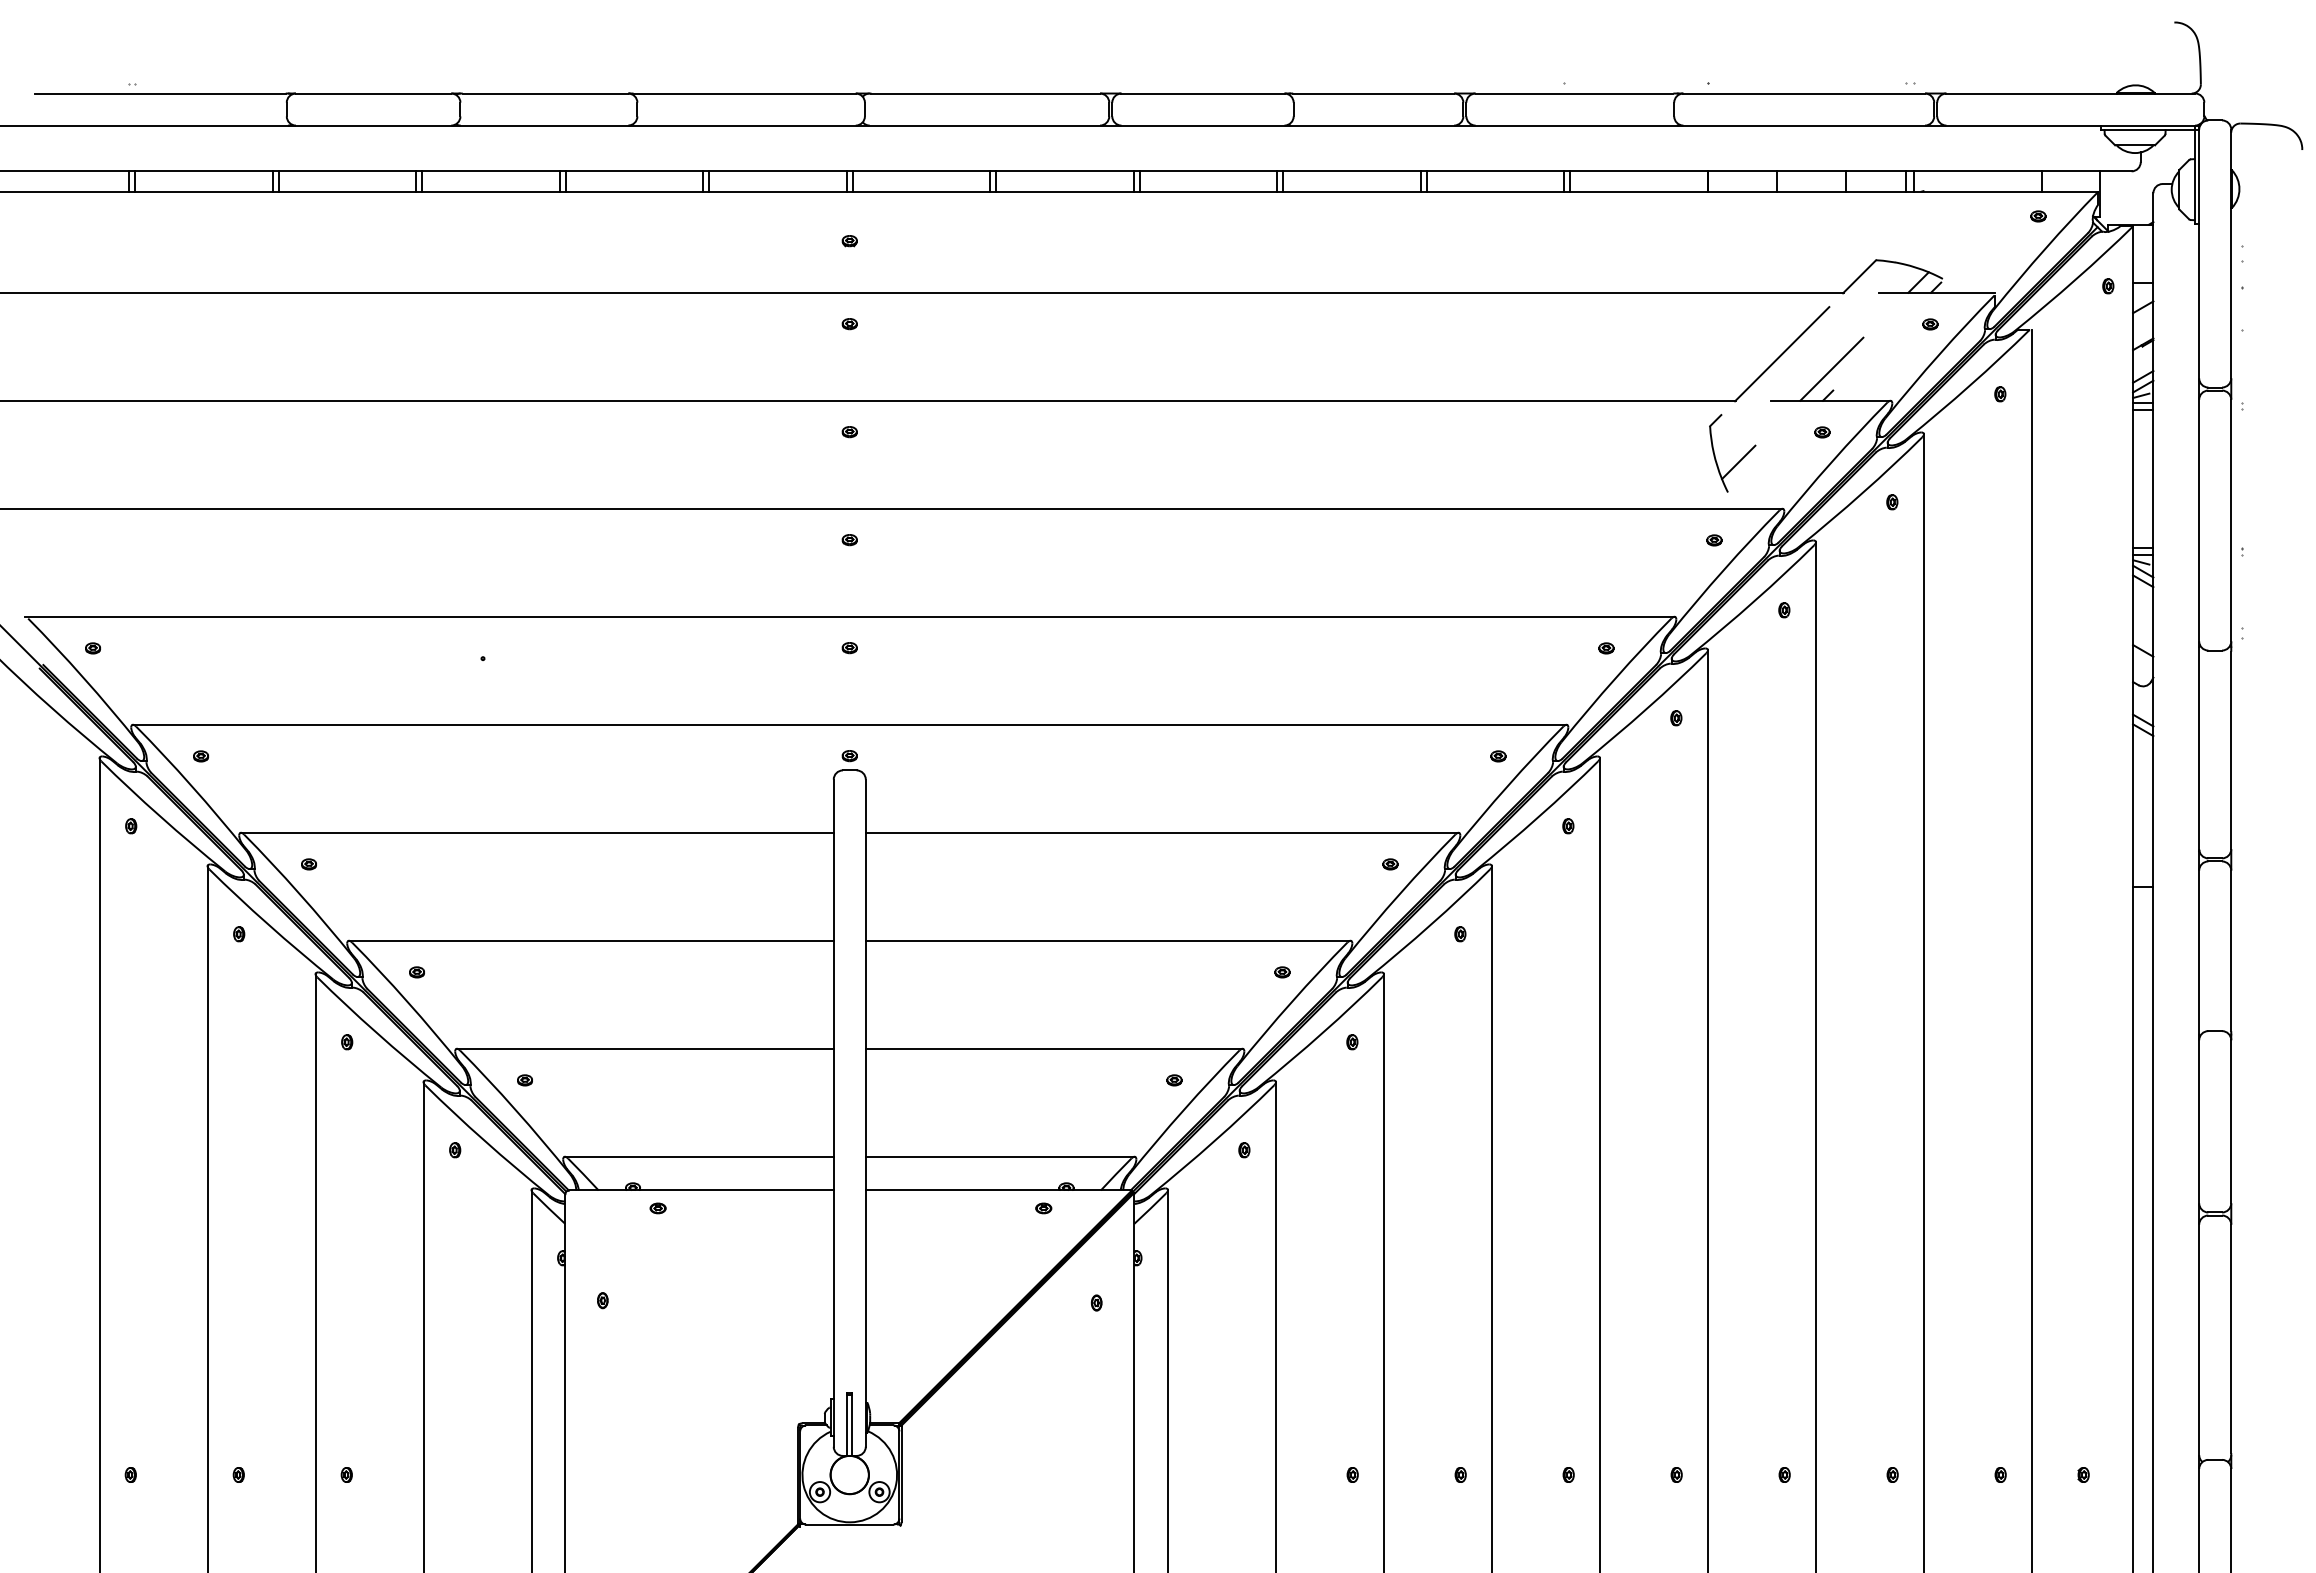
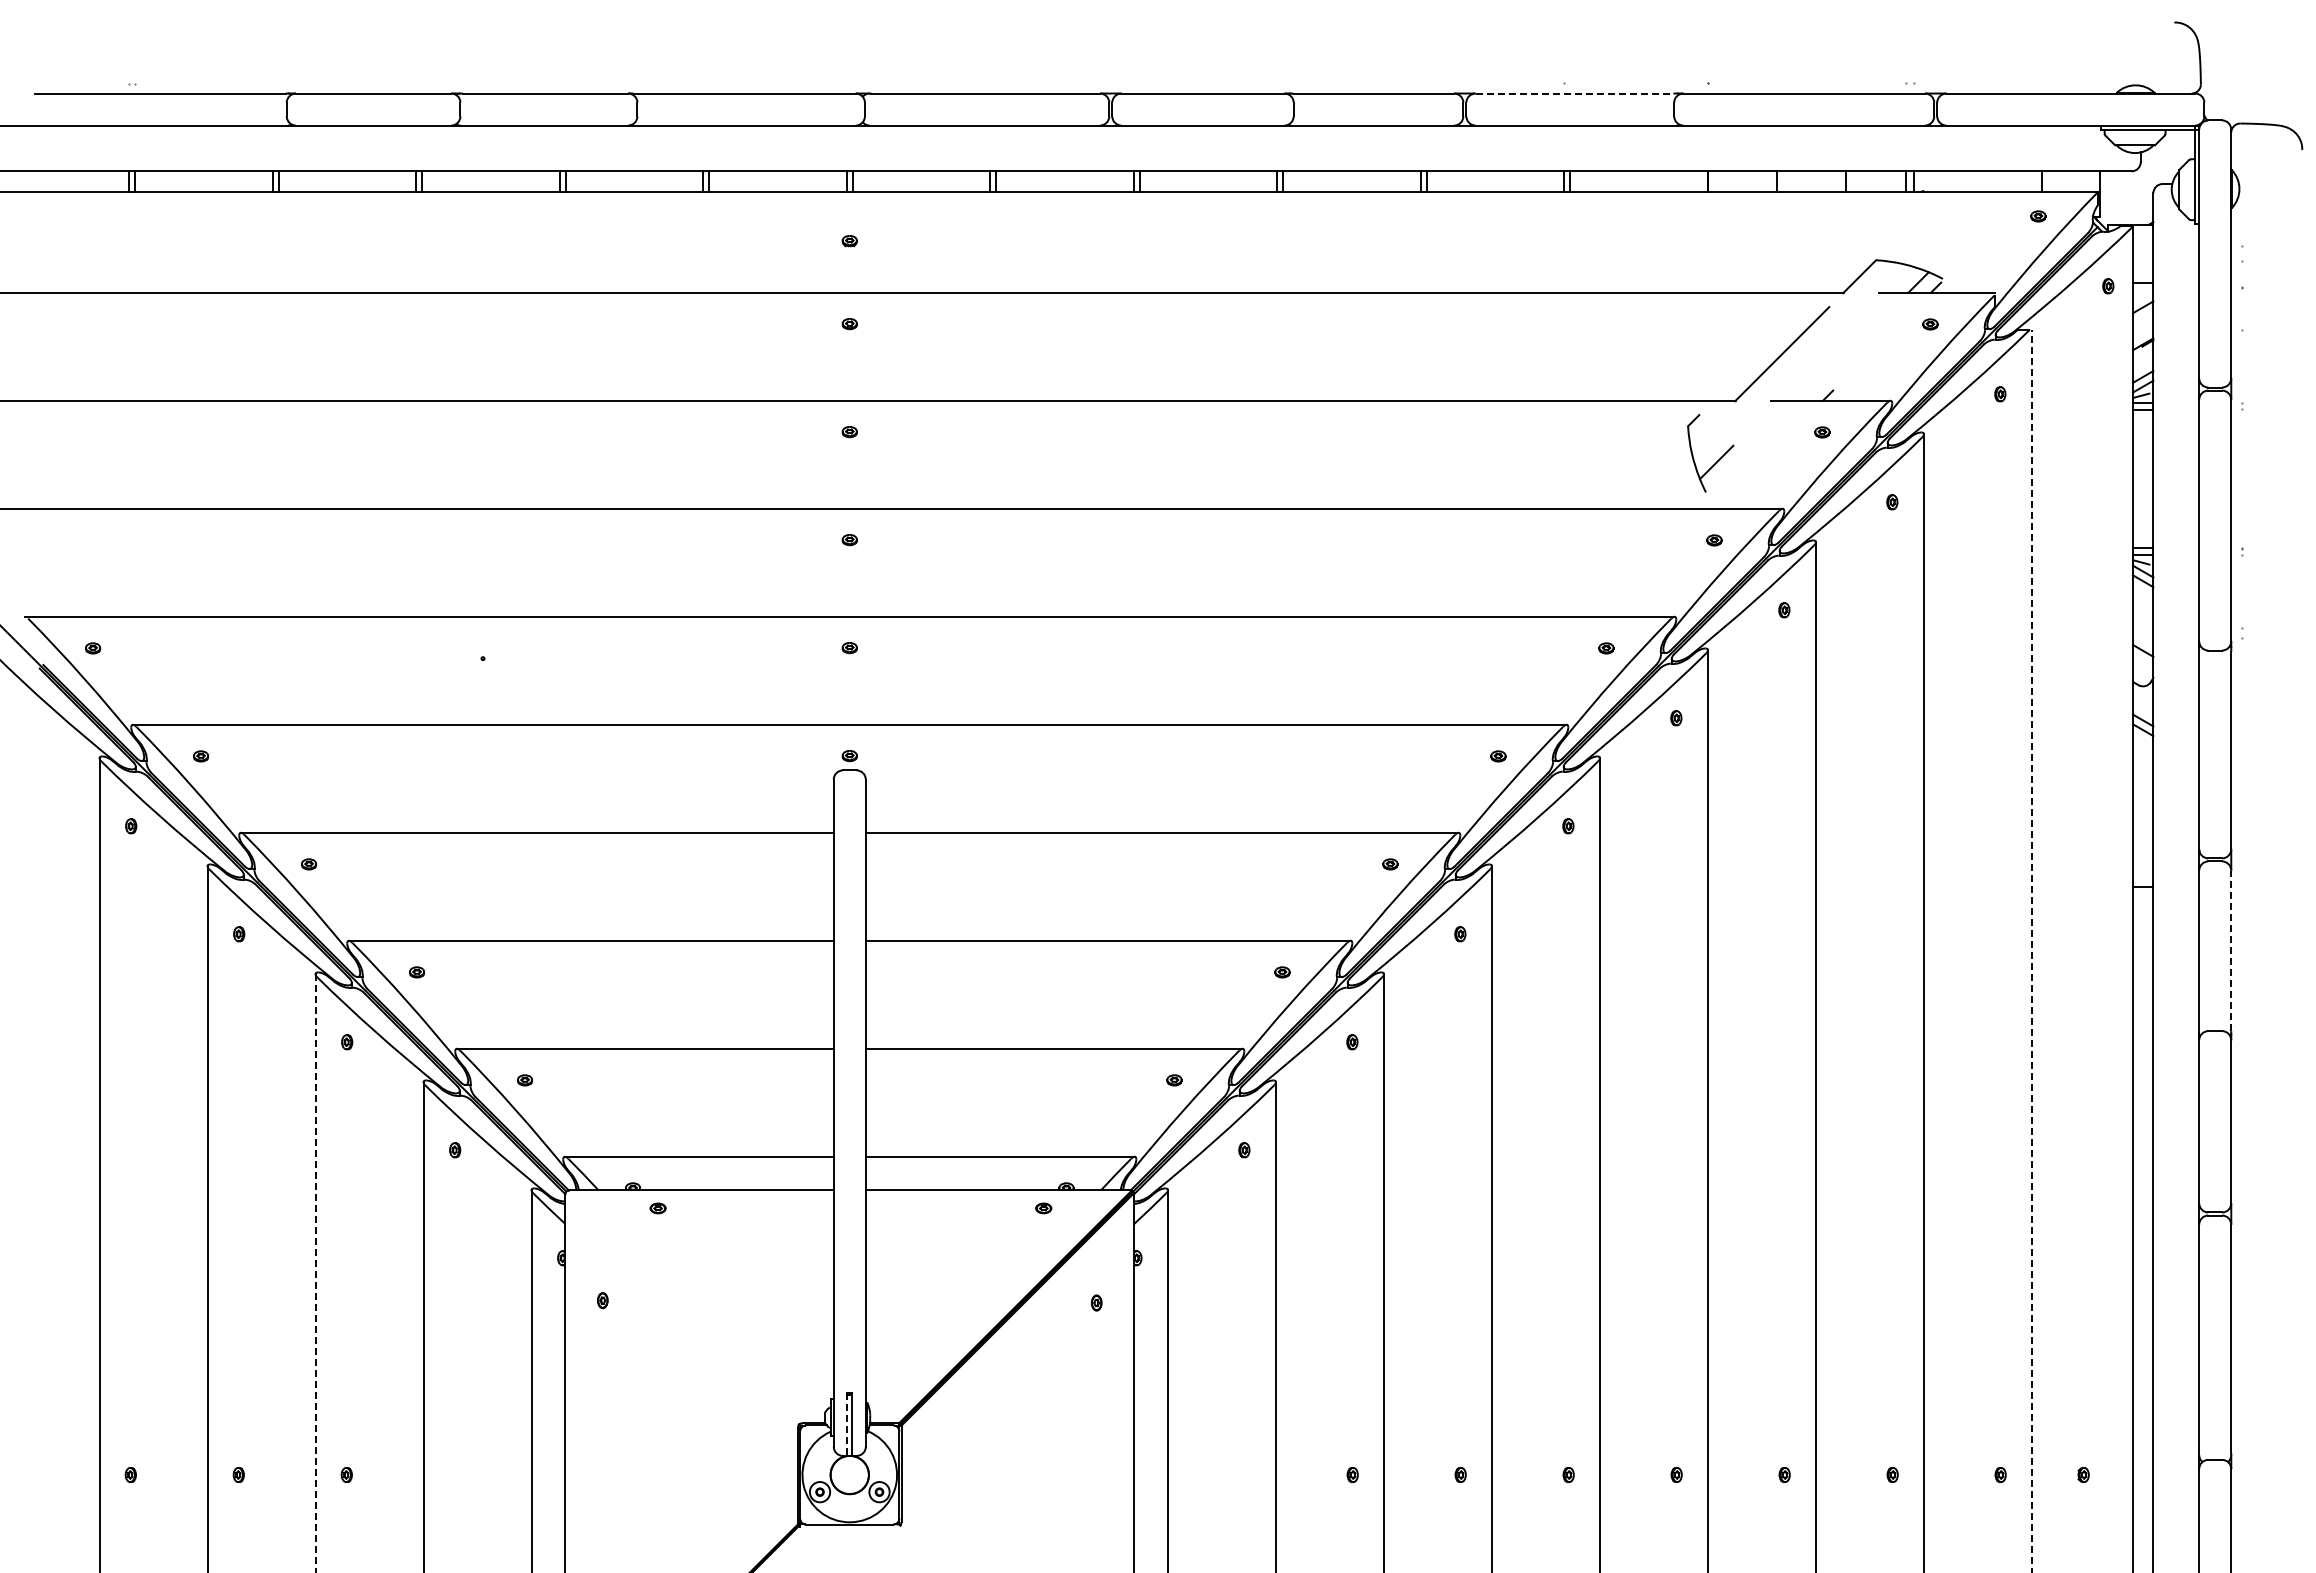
line at (1574, 93): solid -> dashed
line at (1831, 368): present -> none
part at (1739, 460) position: (1739, 460) -> (1717, 460)
line at (2231, 950): solid -> dashed
line at (2031, 951): solid -> dashed
line at (315, 1274): solid -> dashed
line at (847, 1425): solid -> dashed
